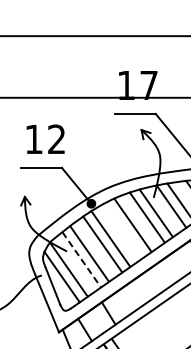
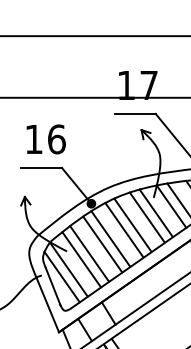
text at (56, 139): 12 -> 16
line at (124, 229): none -> present
line at (81, 259): dashed -> solid
